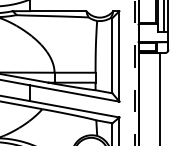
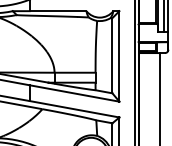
line at (134, 72): dashed -> solid
